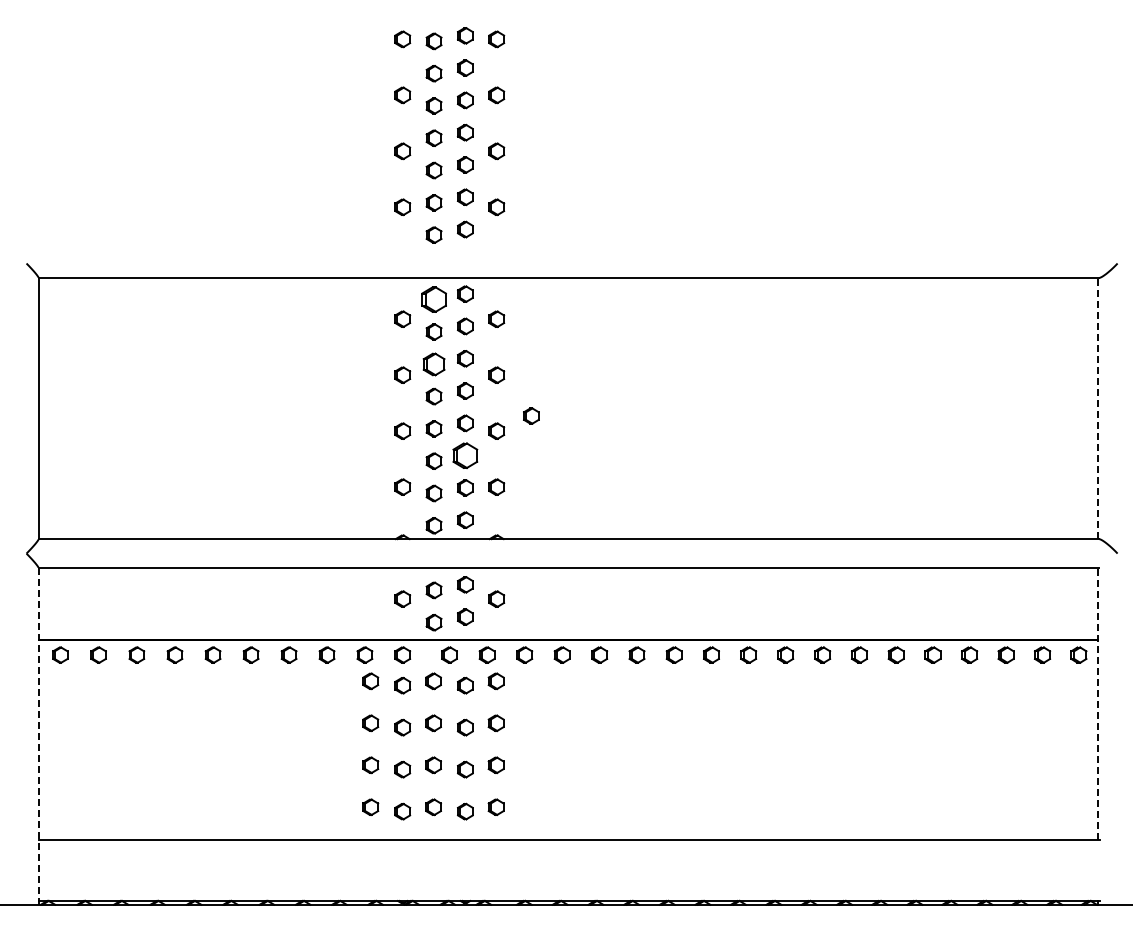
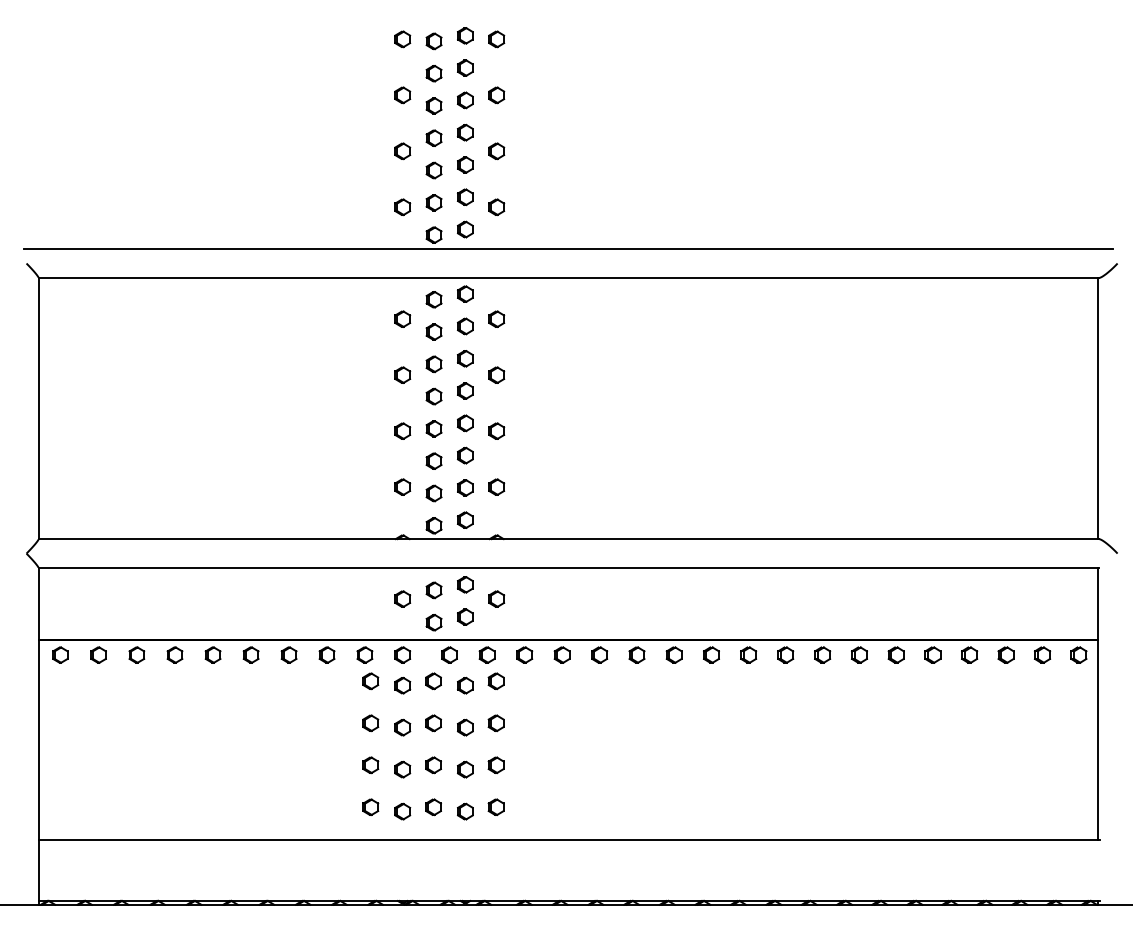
line at (568, 248): none -> present
part at (433, 299) size: 26x27 px -> 18x18 px
part at (433, 364) size: 24x25 px -> 18x18 px
line at (1098, 408): dashed -> solid
part at (531, 415): present -> none
part at (465, 455) size: 27x27 px -> 17x19 px
line at (1098, 704): dashed -> solid
line at (38, 735): dashed -> solid
